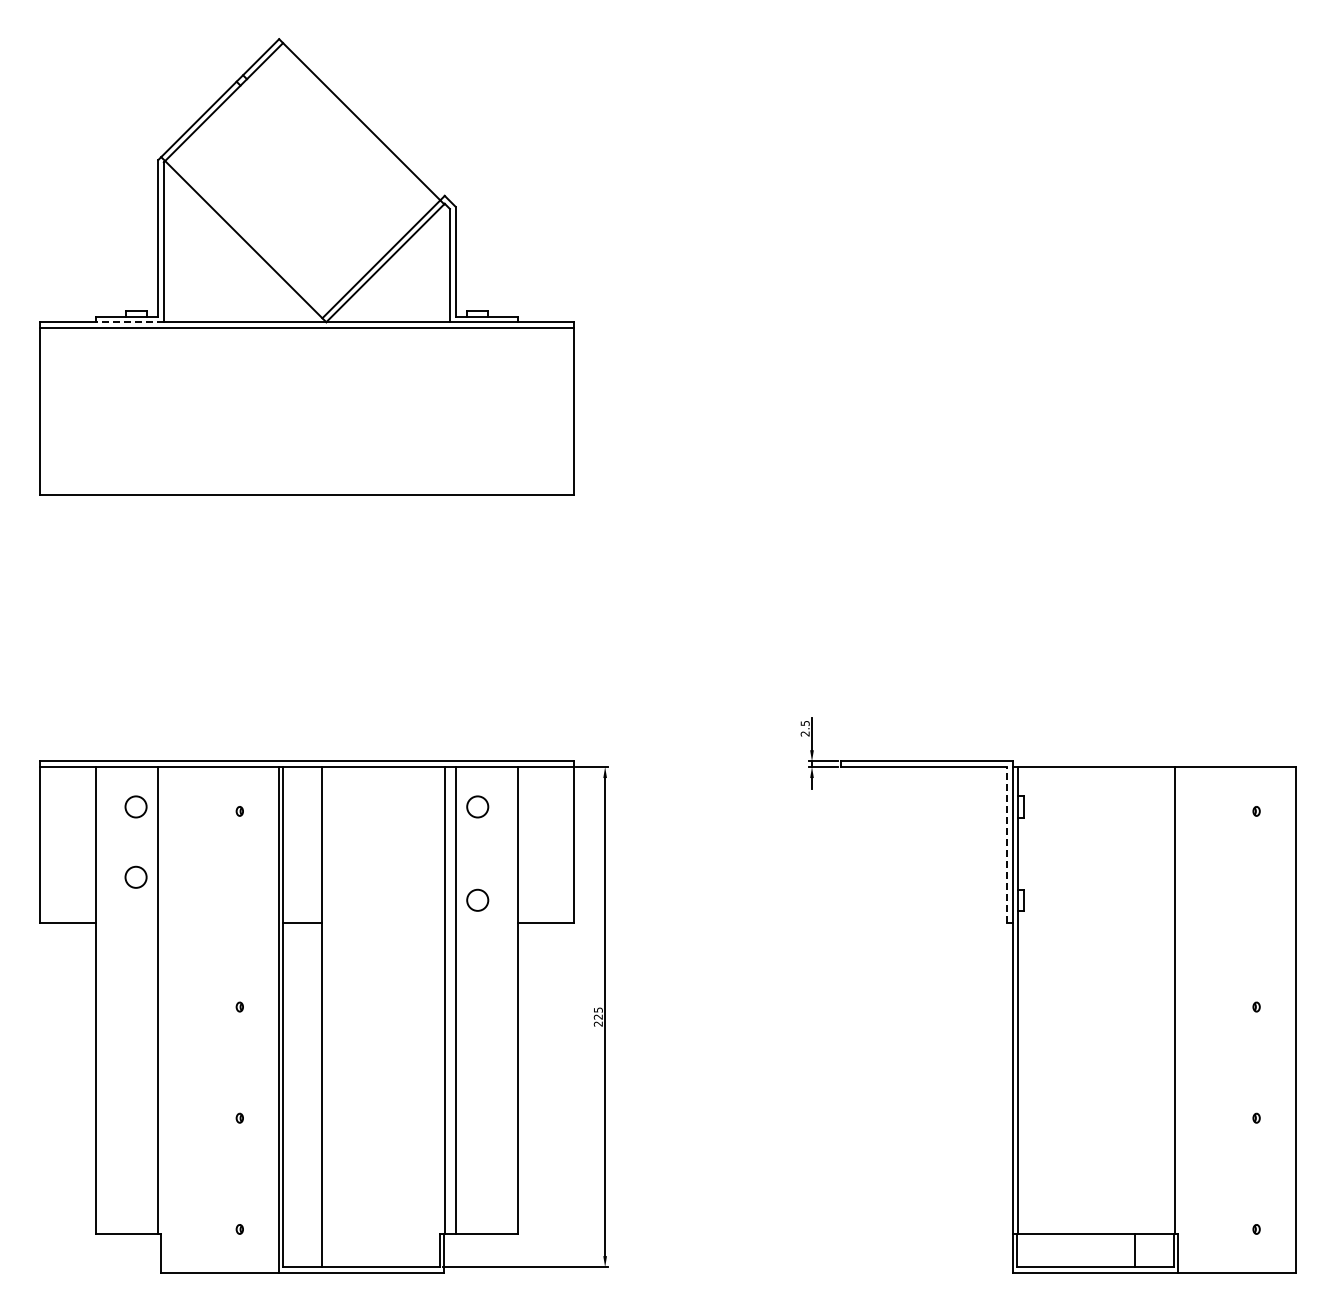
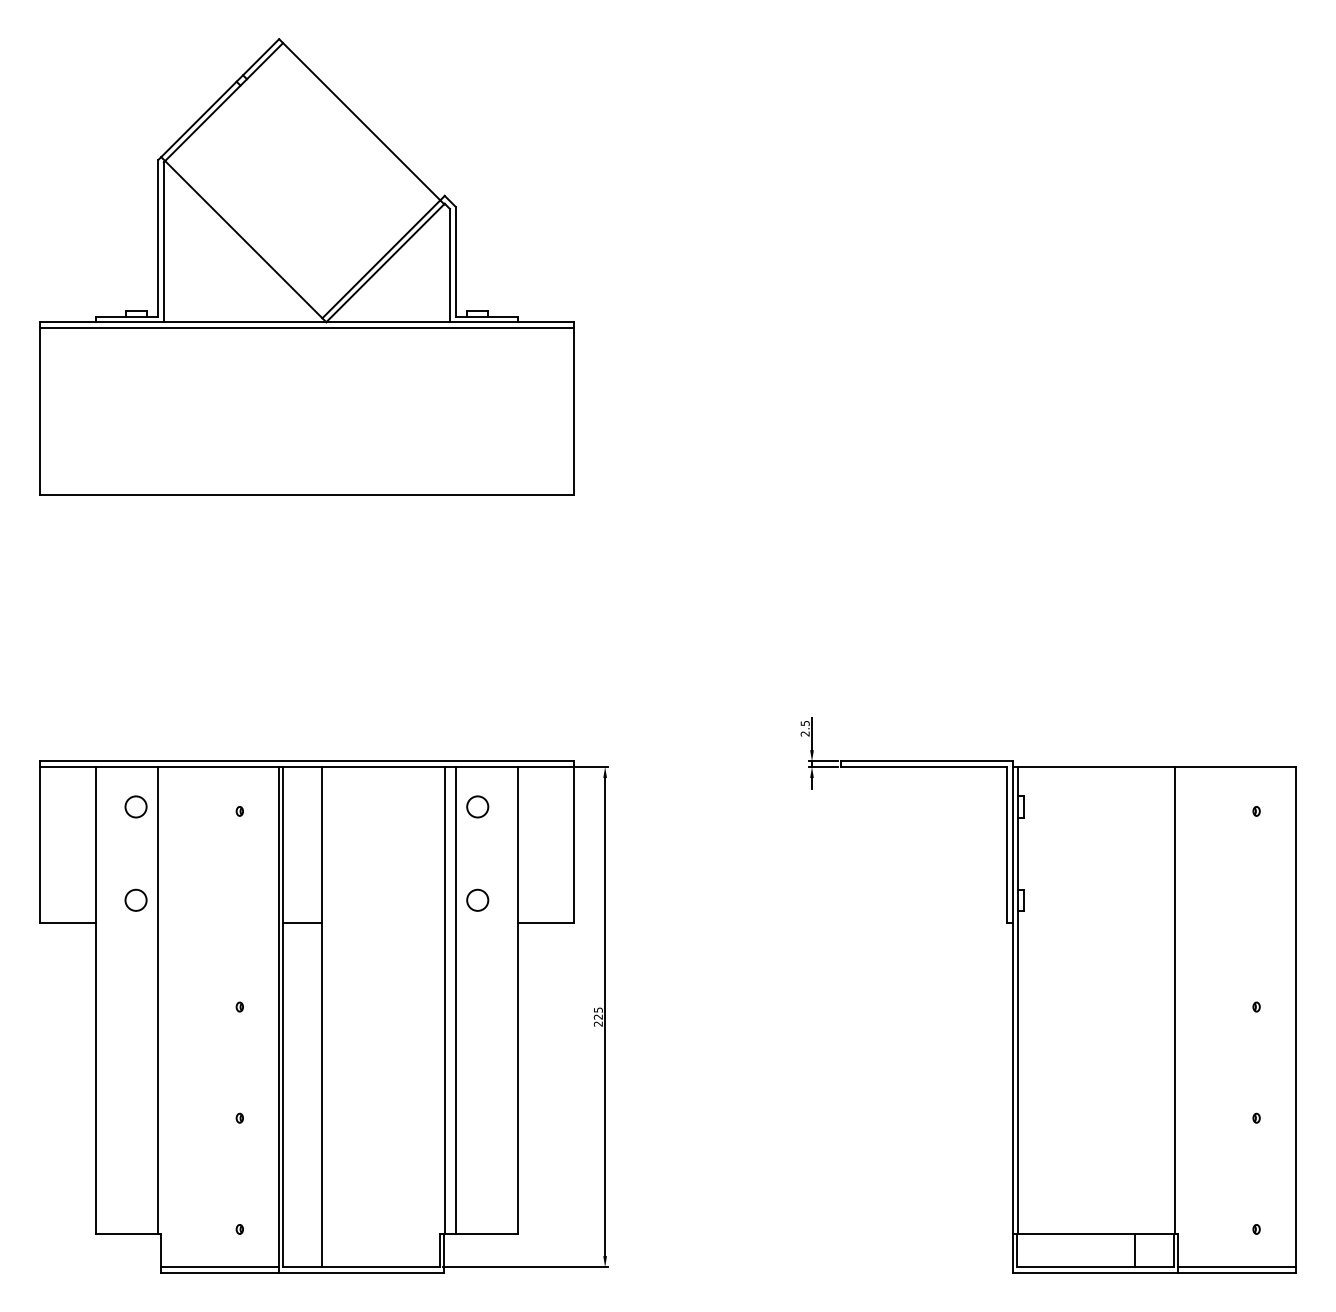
line at (129, 322): dashed -> solid
line at (1007, 844): dashed -> solid
circle at (135, 876) position: (135, 876) -> (135, 899)
line at (220, 1267): none -> present
line at (1236, 1267): none -> present
